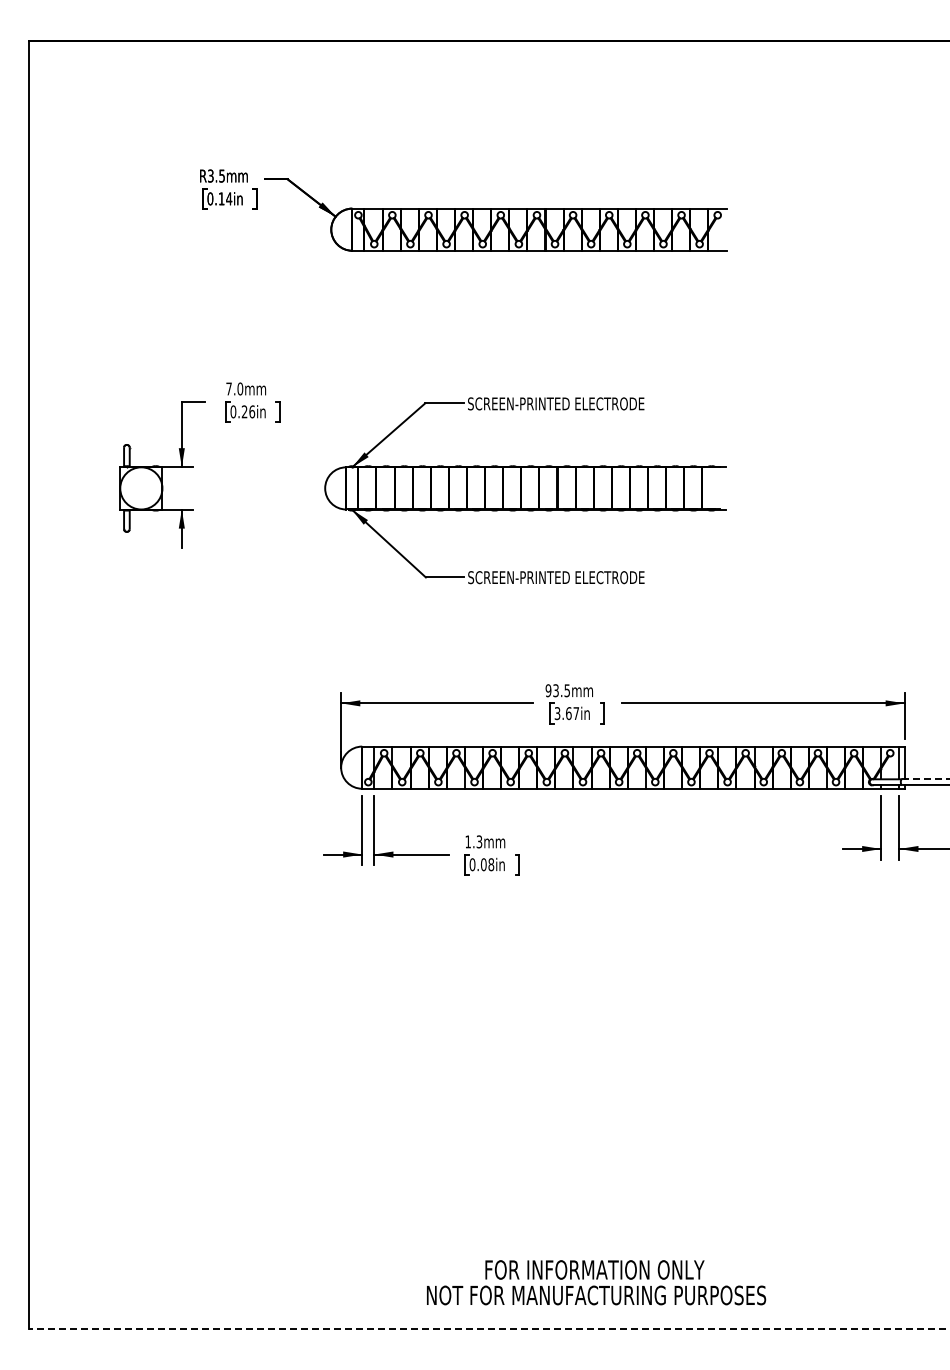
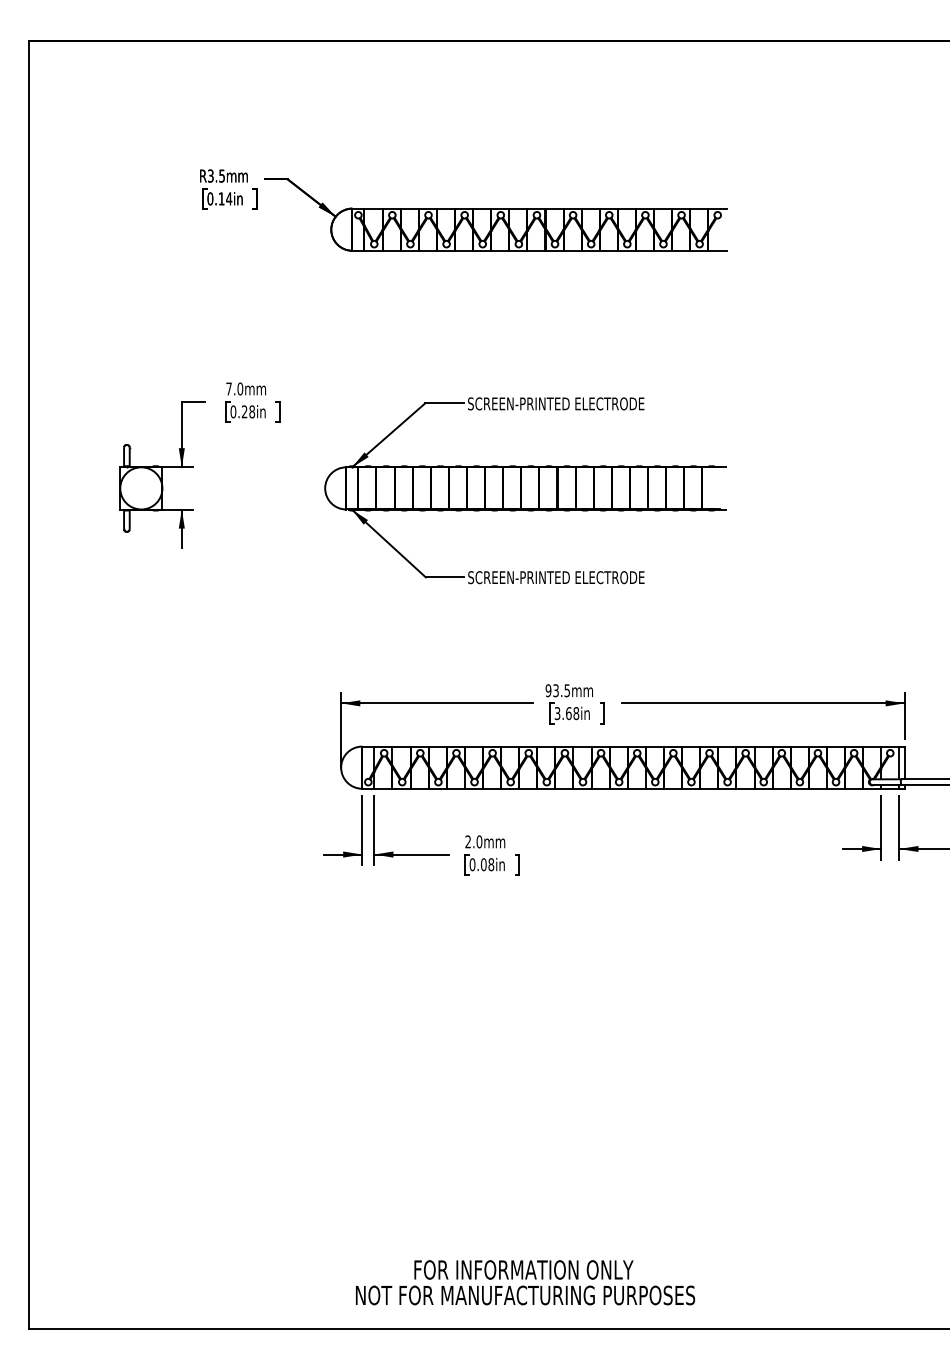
text at (252, 411): 0.26in -> 0.28in
text at (576, 713): 3.67in -> 3.68in
line at (925, 779): dashed -> solid
text at (473, 841): 1.3mm -> 2.0mm
text at (596, 1282) position: (596, 1282) -> (525, 1282)
line at (488, 1328): dashed -> solid
